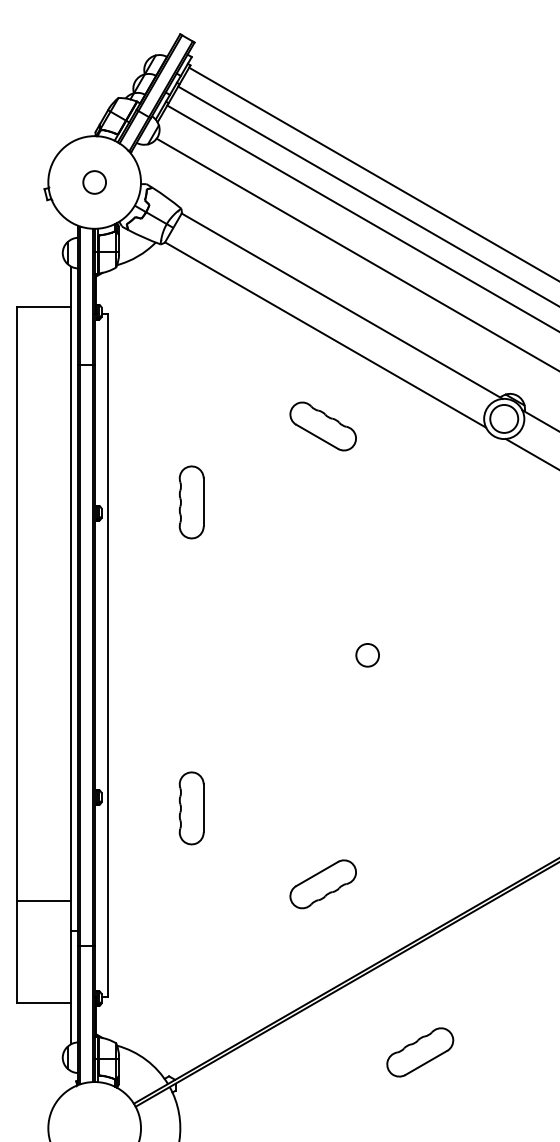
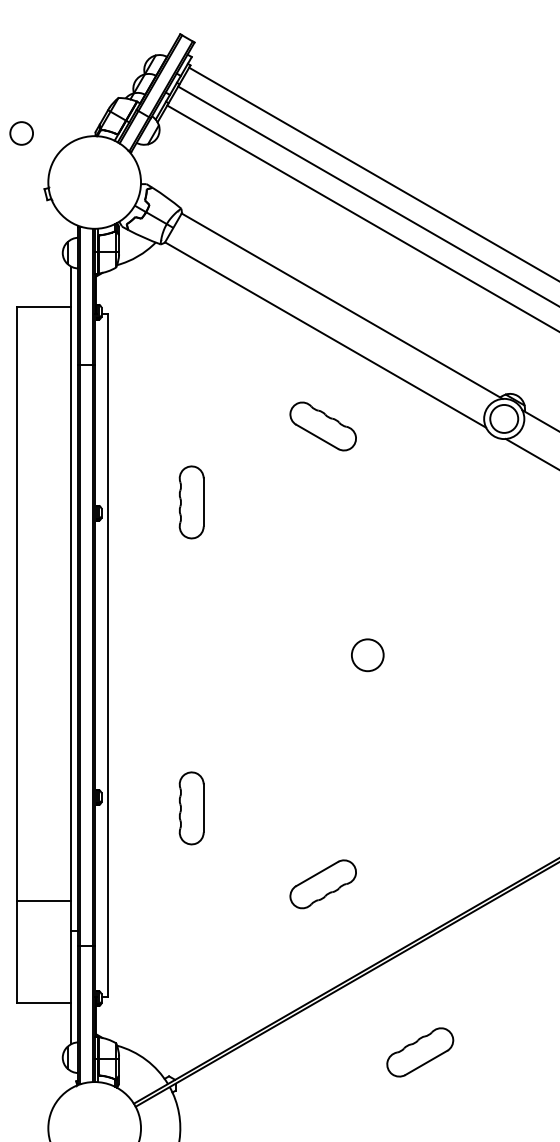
circle at (94, 182) position: (94, 182) -> (21, 133)
line at (356, 253): present -> none
circle at (367, 655) size: 25x25 px -> 34x35 px
